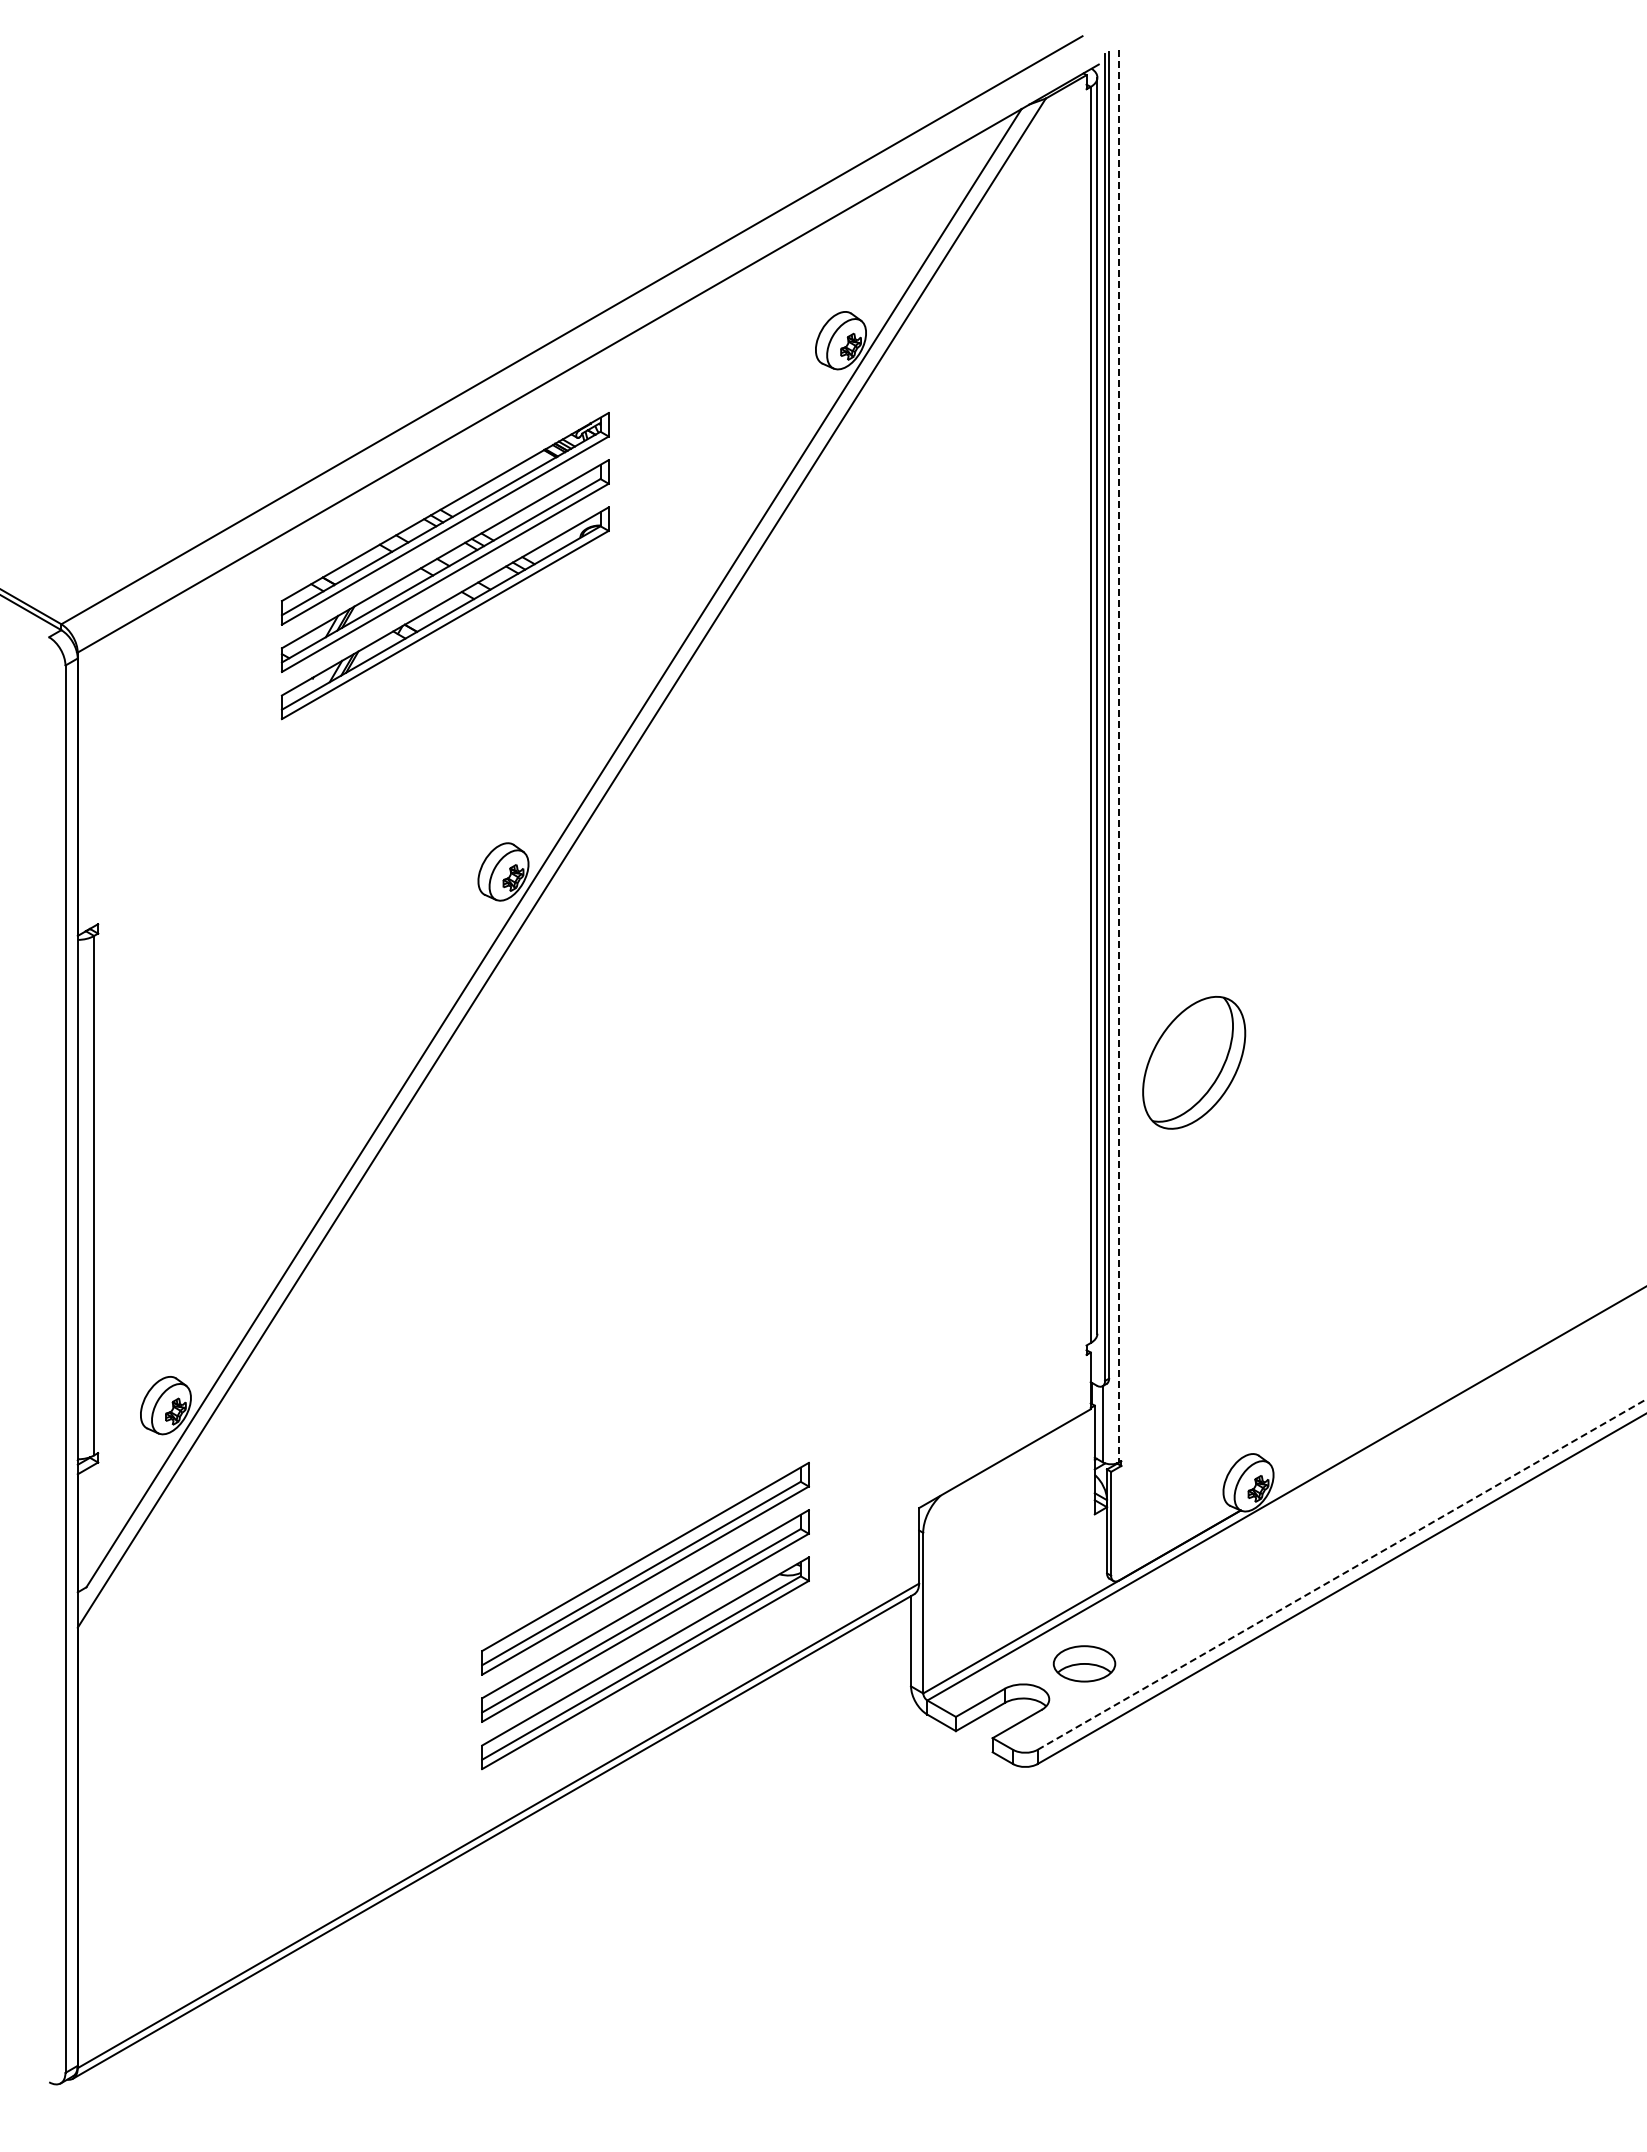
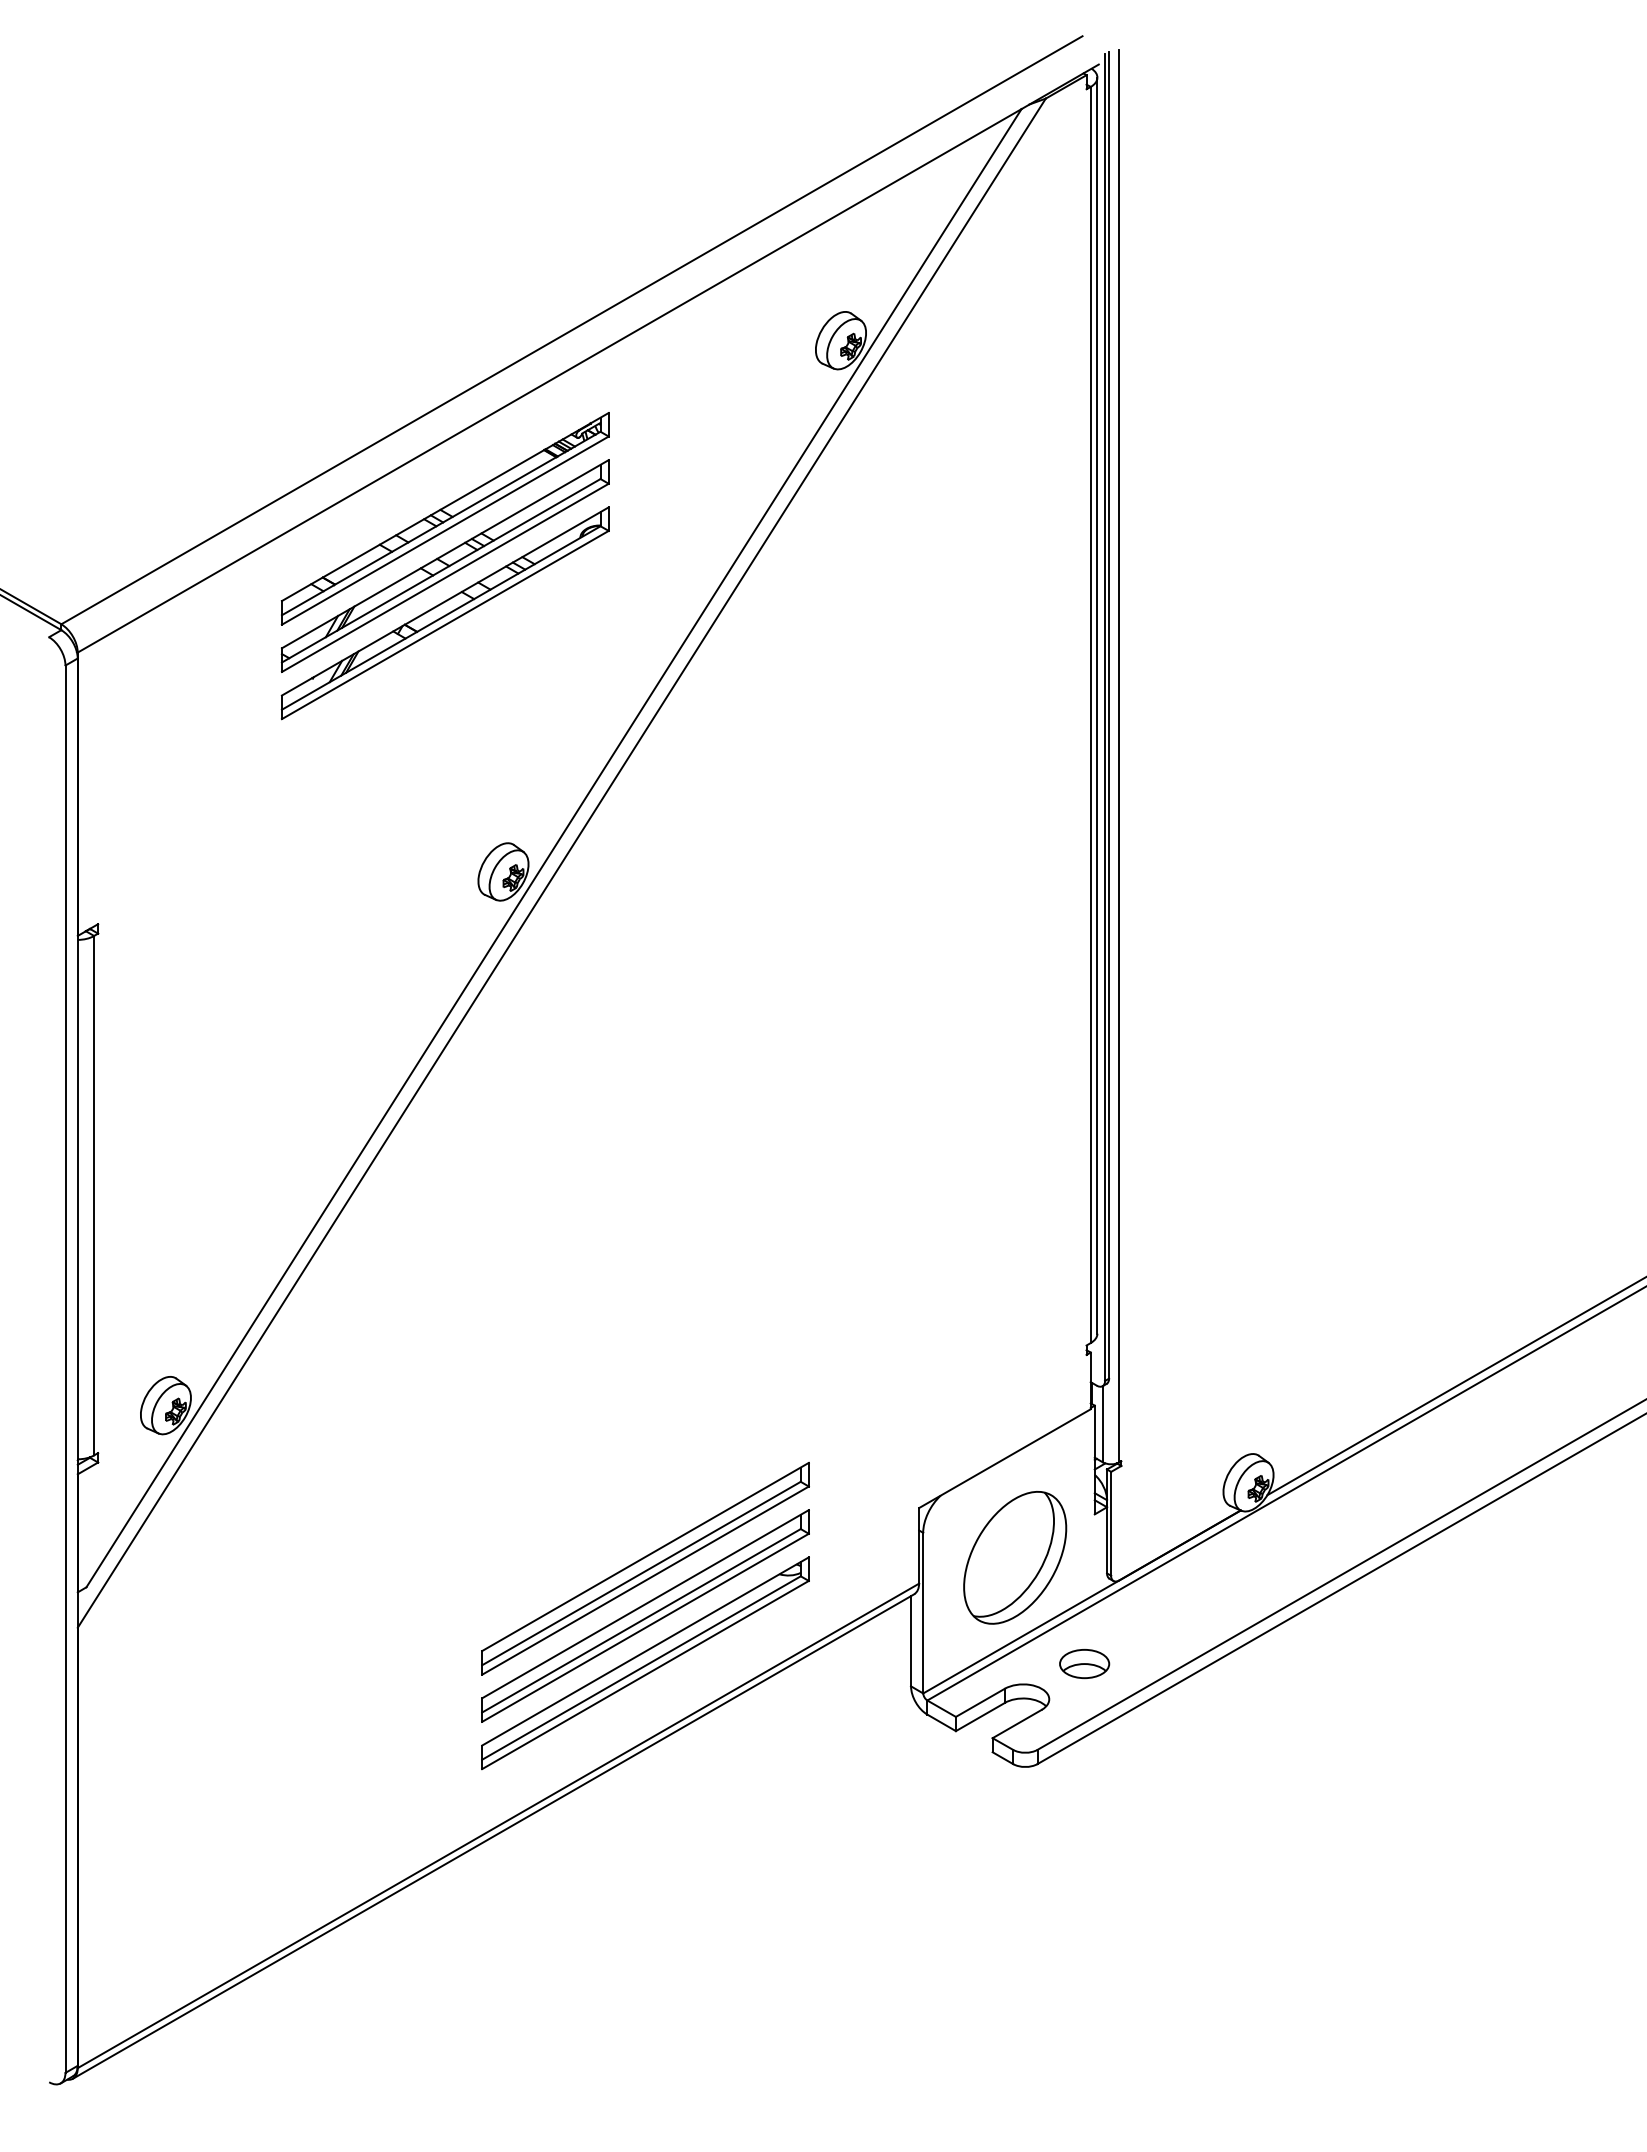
line at (1119, 756): dashed -> solid
part at (1194, 1062) position: (1194, 1062) -> (1015, 1557)
line at (1455, 1386): none -> present
line at (1342, 1574): dashed -> solid
part at (1084, 1663) size: 65x38 px -> 52x31 px
